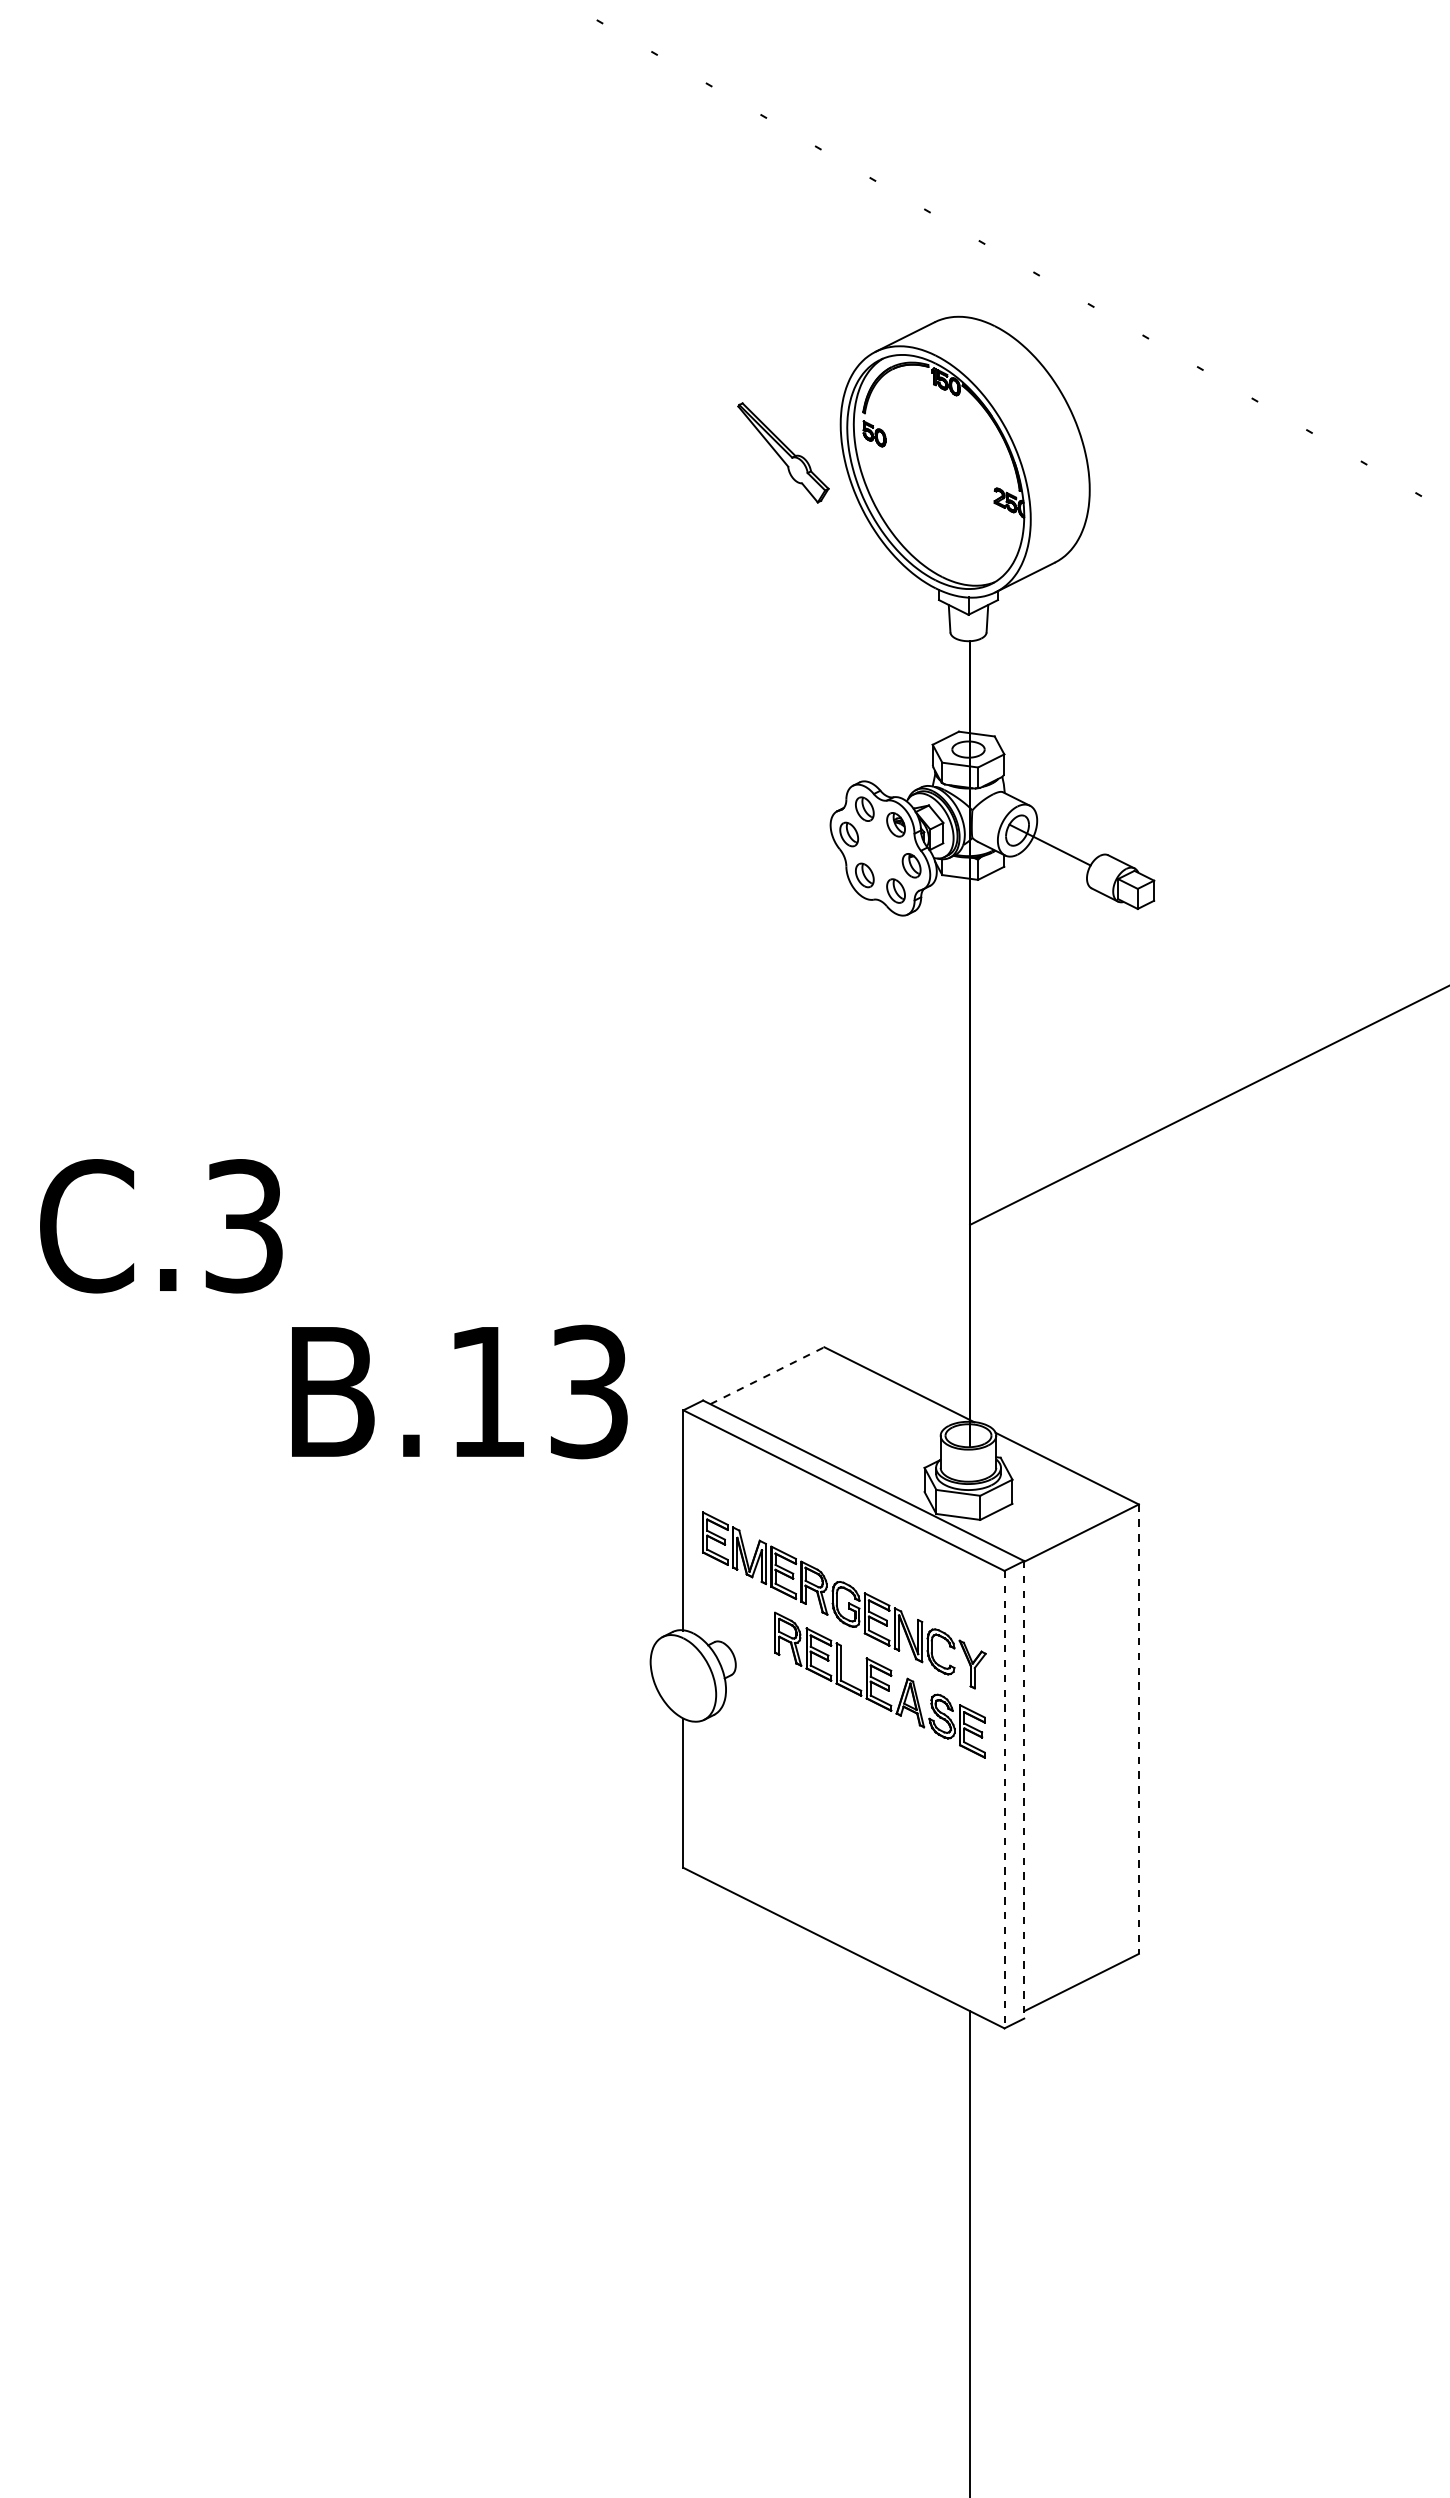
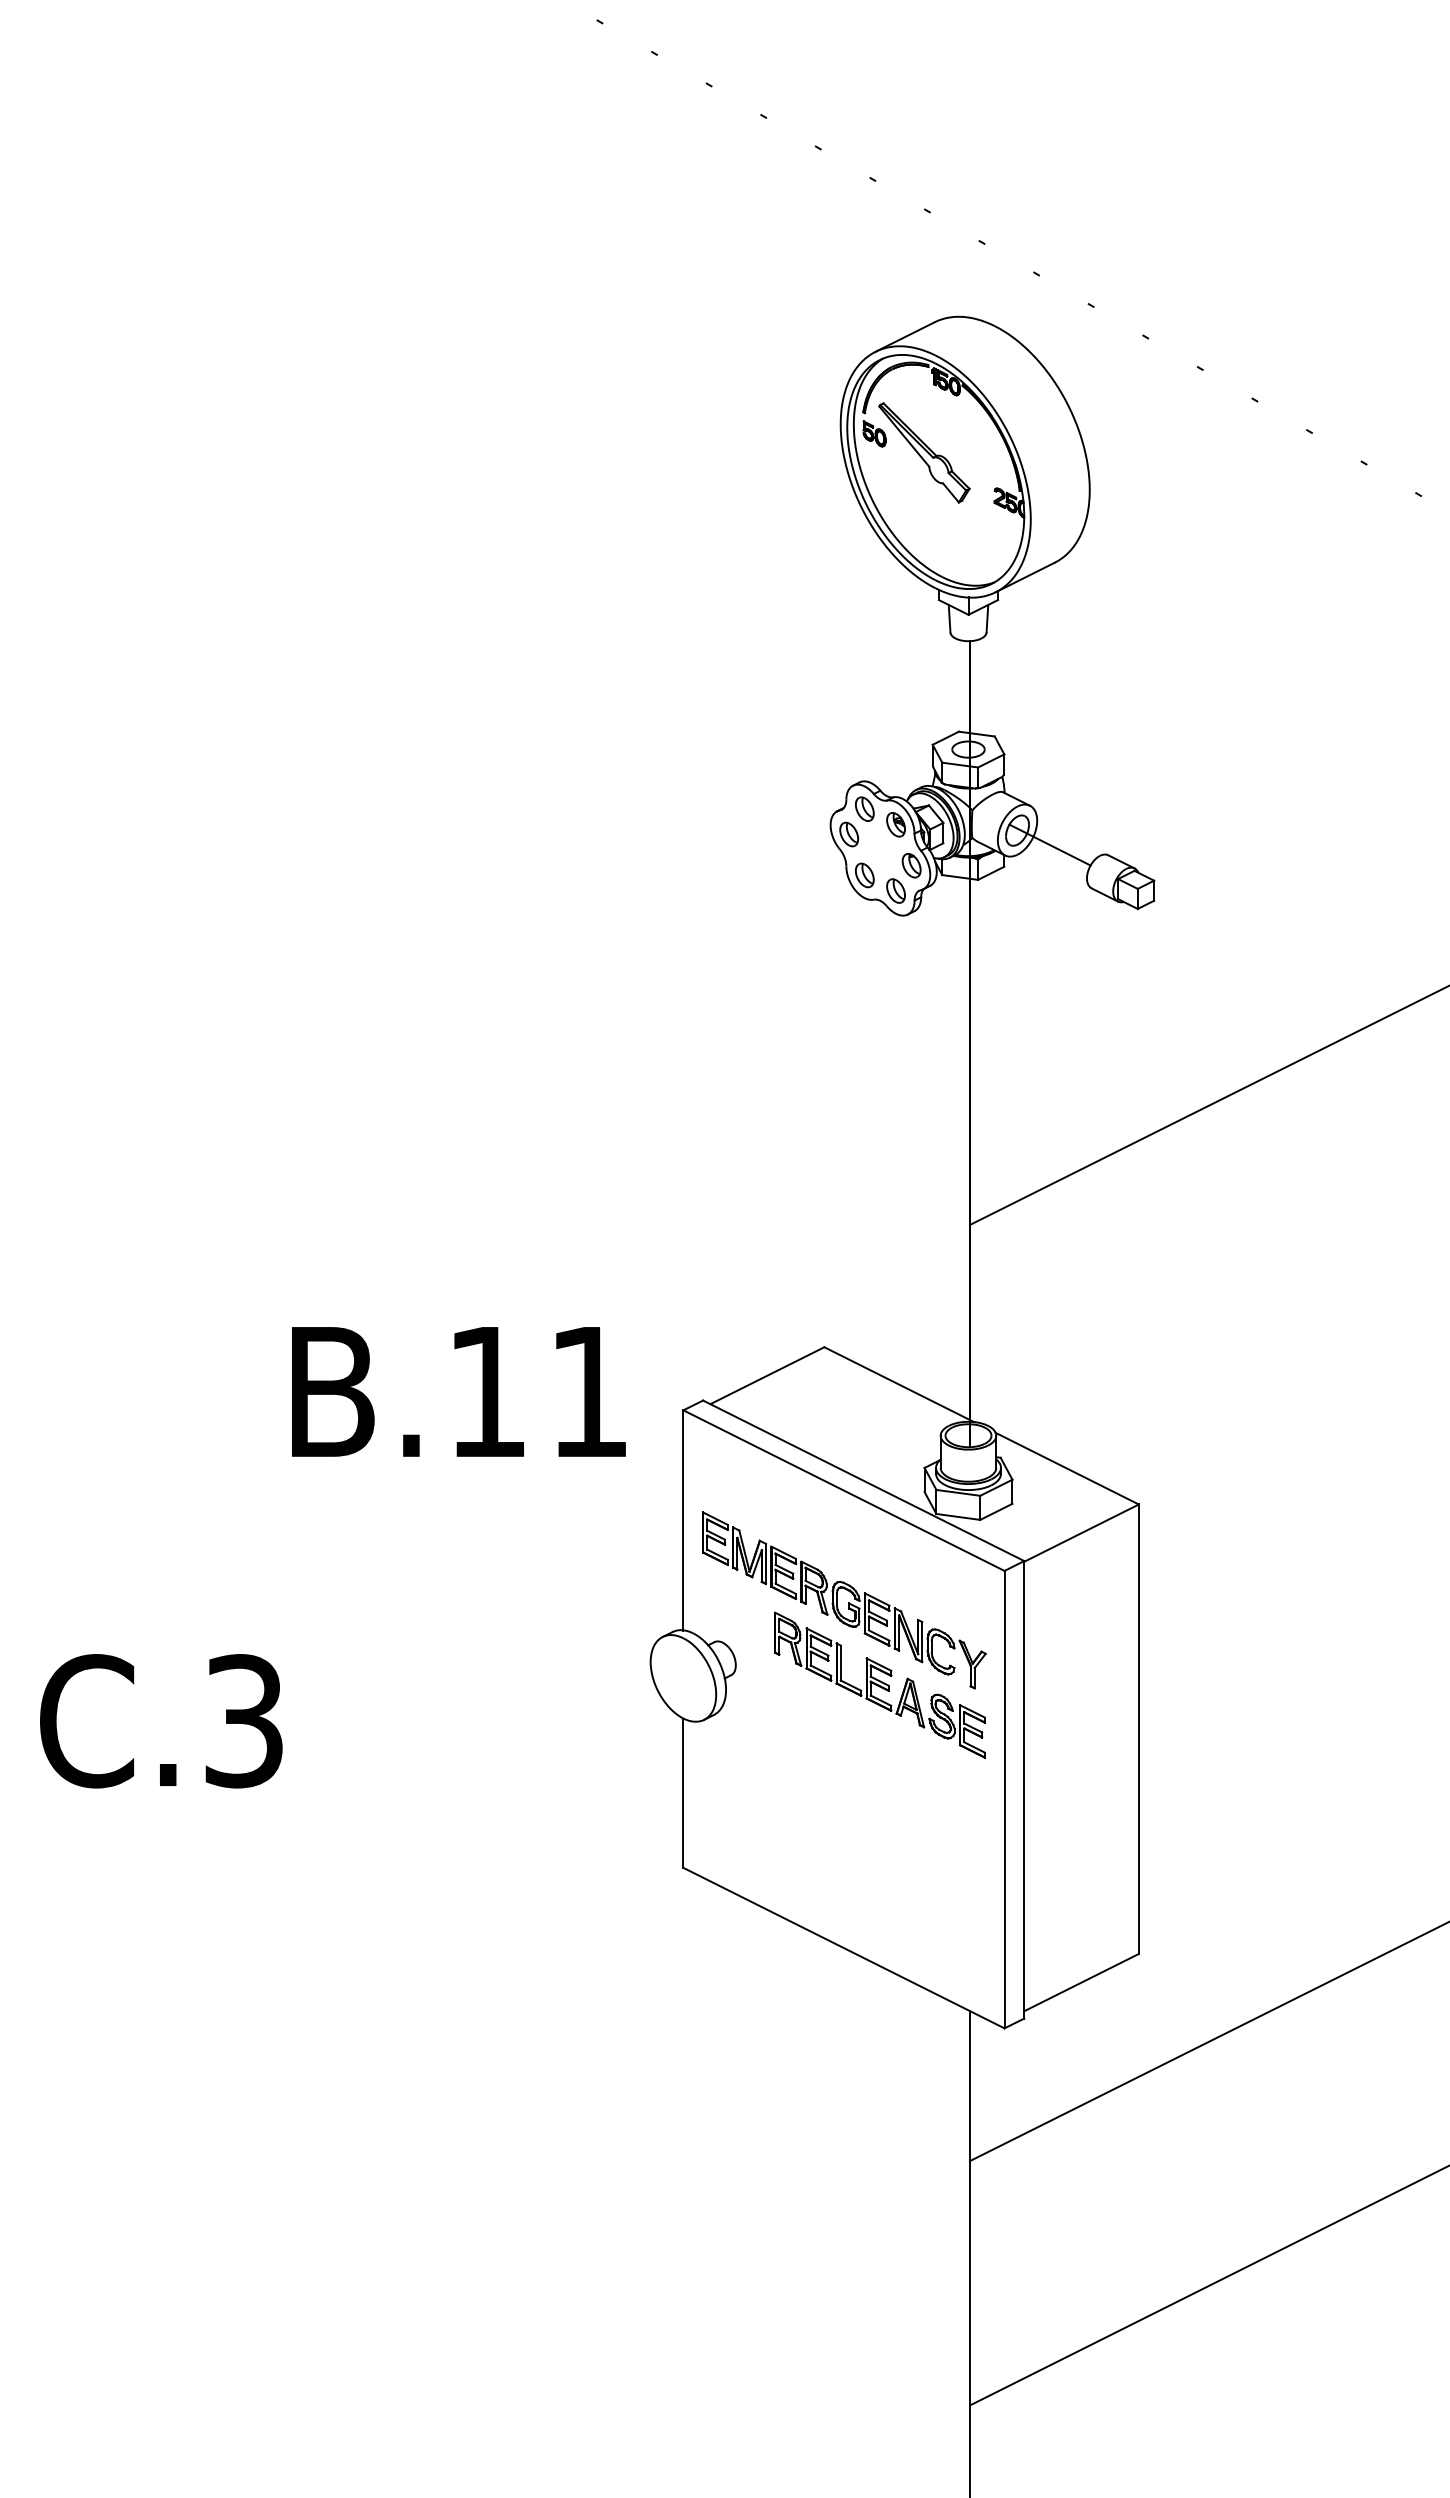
part at (783, 452) position: (783, 452) -> (924, 452)
text at (161, 1226) position: (161, 1226) -> (161, 1721)
line at (767, 1375): dashed -> solid
text at (589, 1391): B.13 -> B.11
line at (1138, 1729): dashed -> solid
line at (1024, 1789): dashed -> solid
line at (1004, 1799): dashed -> solid
line at (1208, 2042): none -> present
line at (1208, 2286): none -> present
